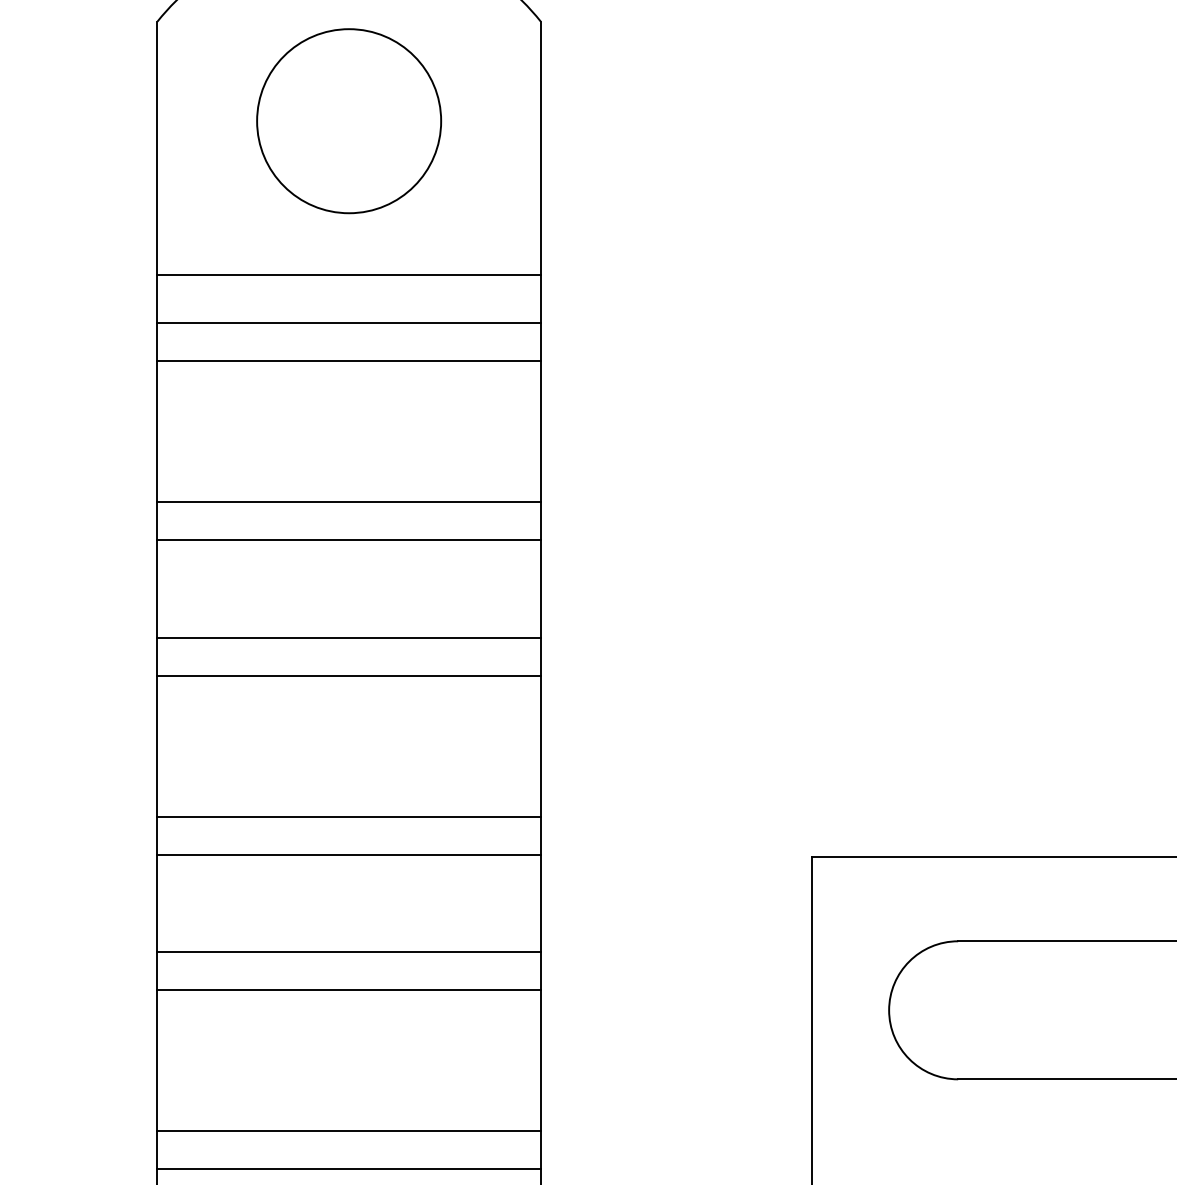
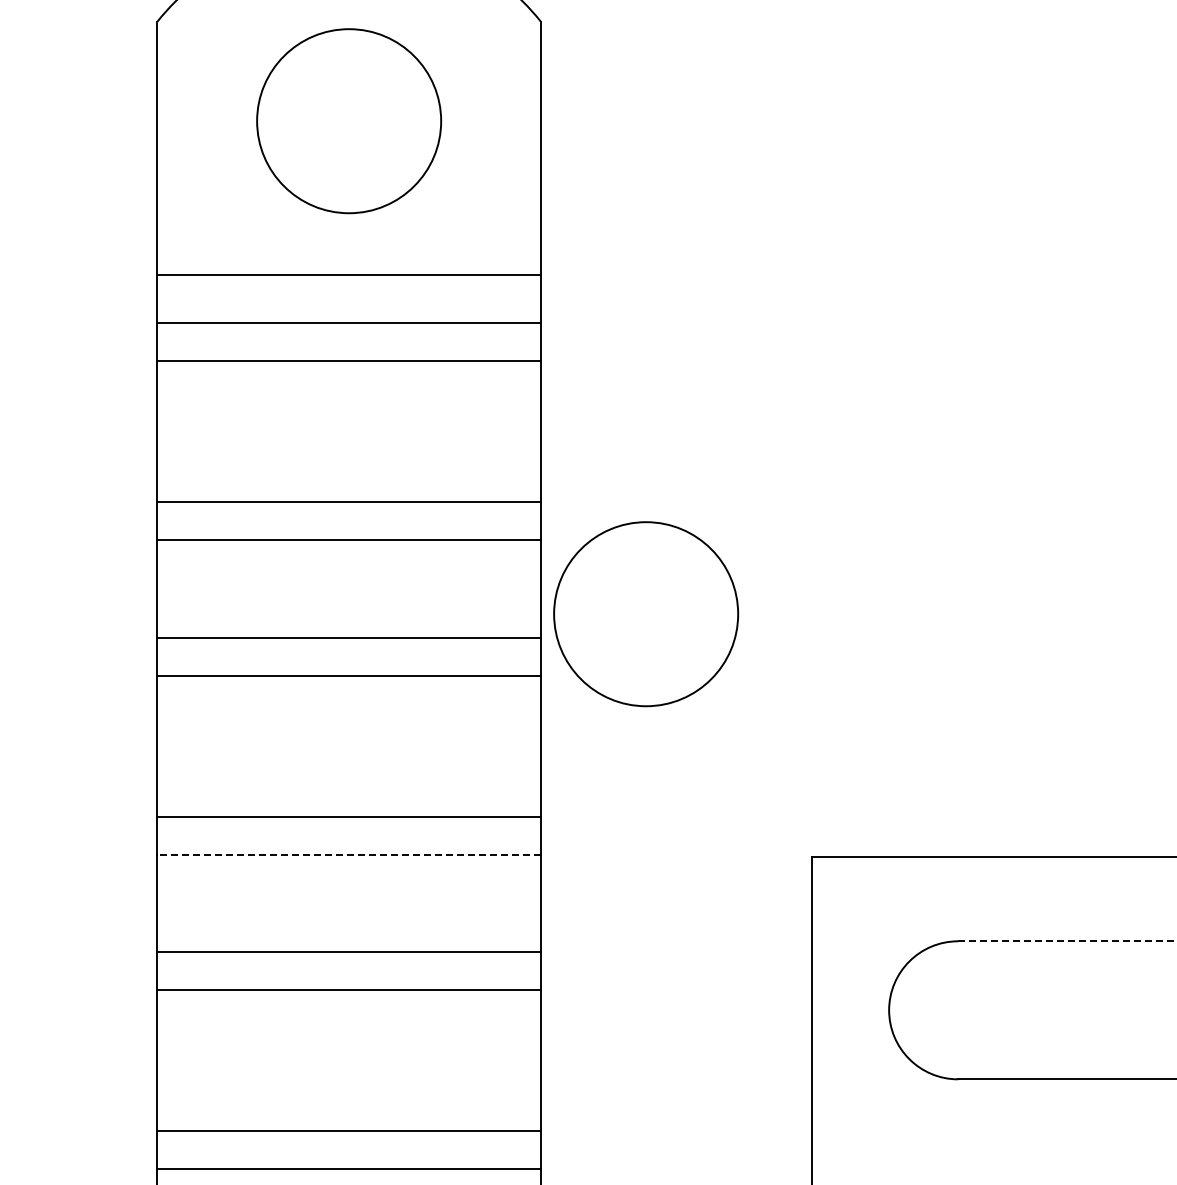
circle at (646, 614): none -> present
line at (349, 854): solid -> dashed
line at (1067, 941): solid -> dashed
